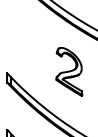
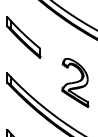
part at (23, 37): none -> present
part at (69, 71) position: (69, 71) -> (75, 82)
